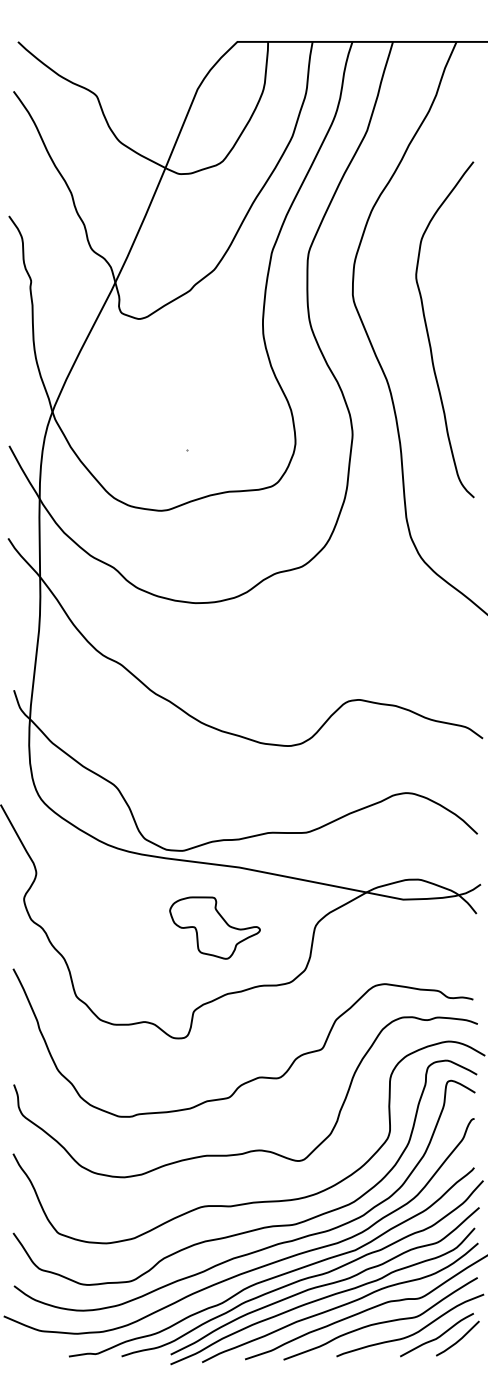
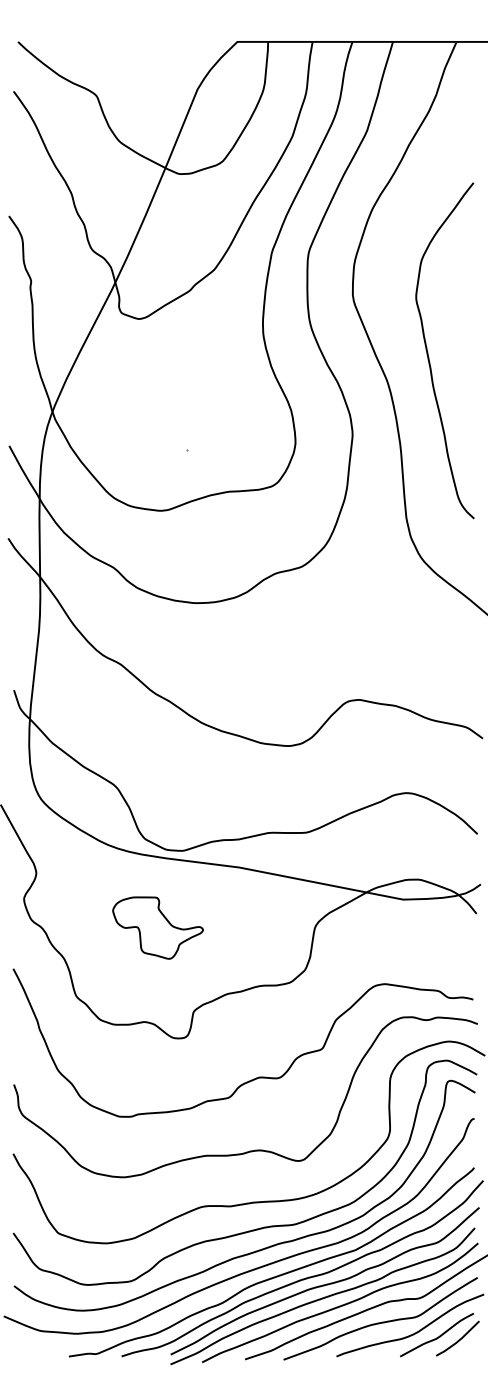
curve at (428, 331) position: (428, 331) -> (428, 352)
part at (214, 927) position: (214, 927) -> (157, 927)
